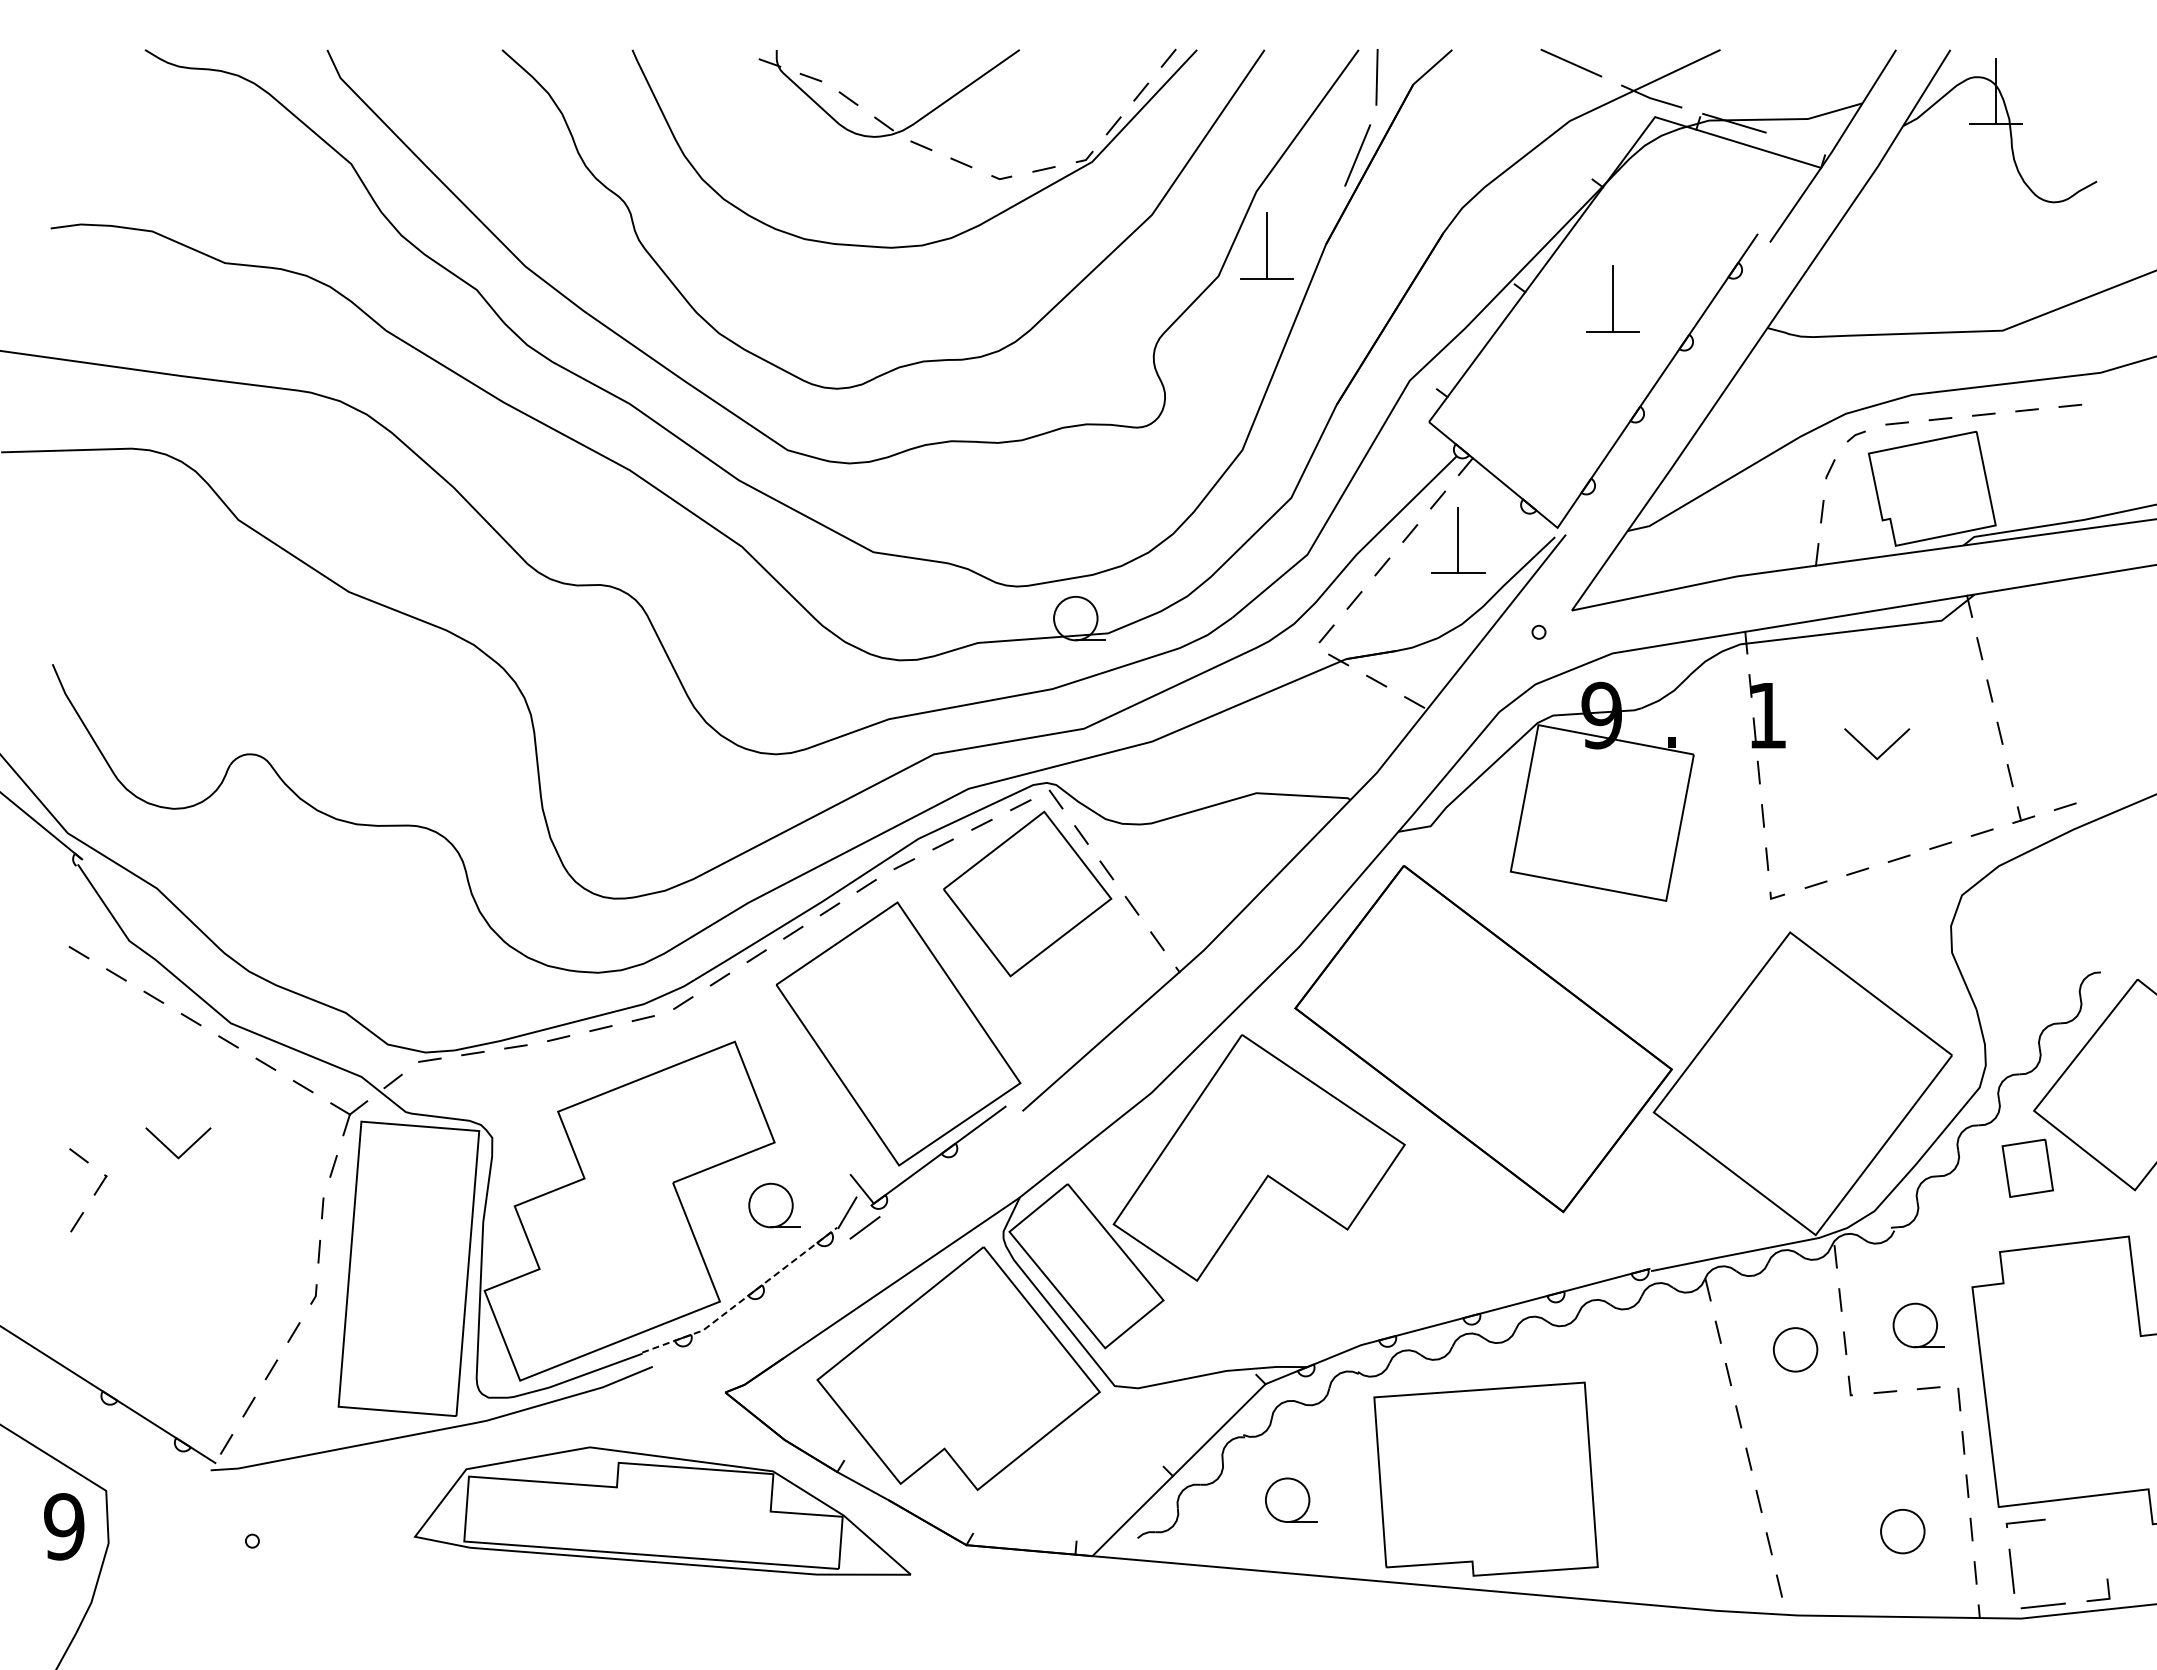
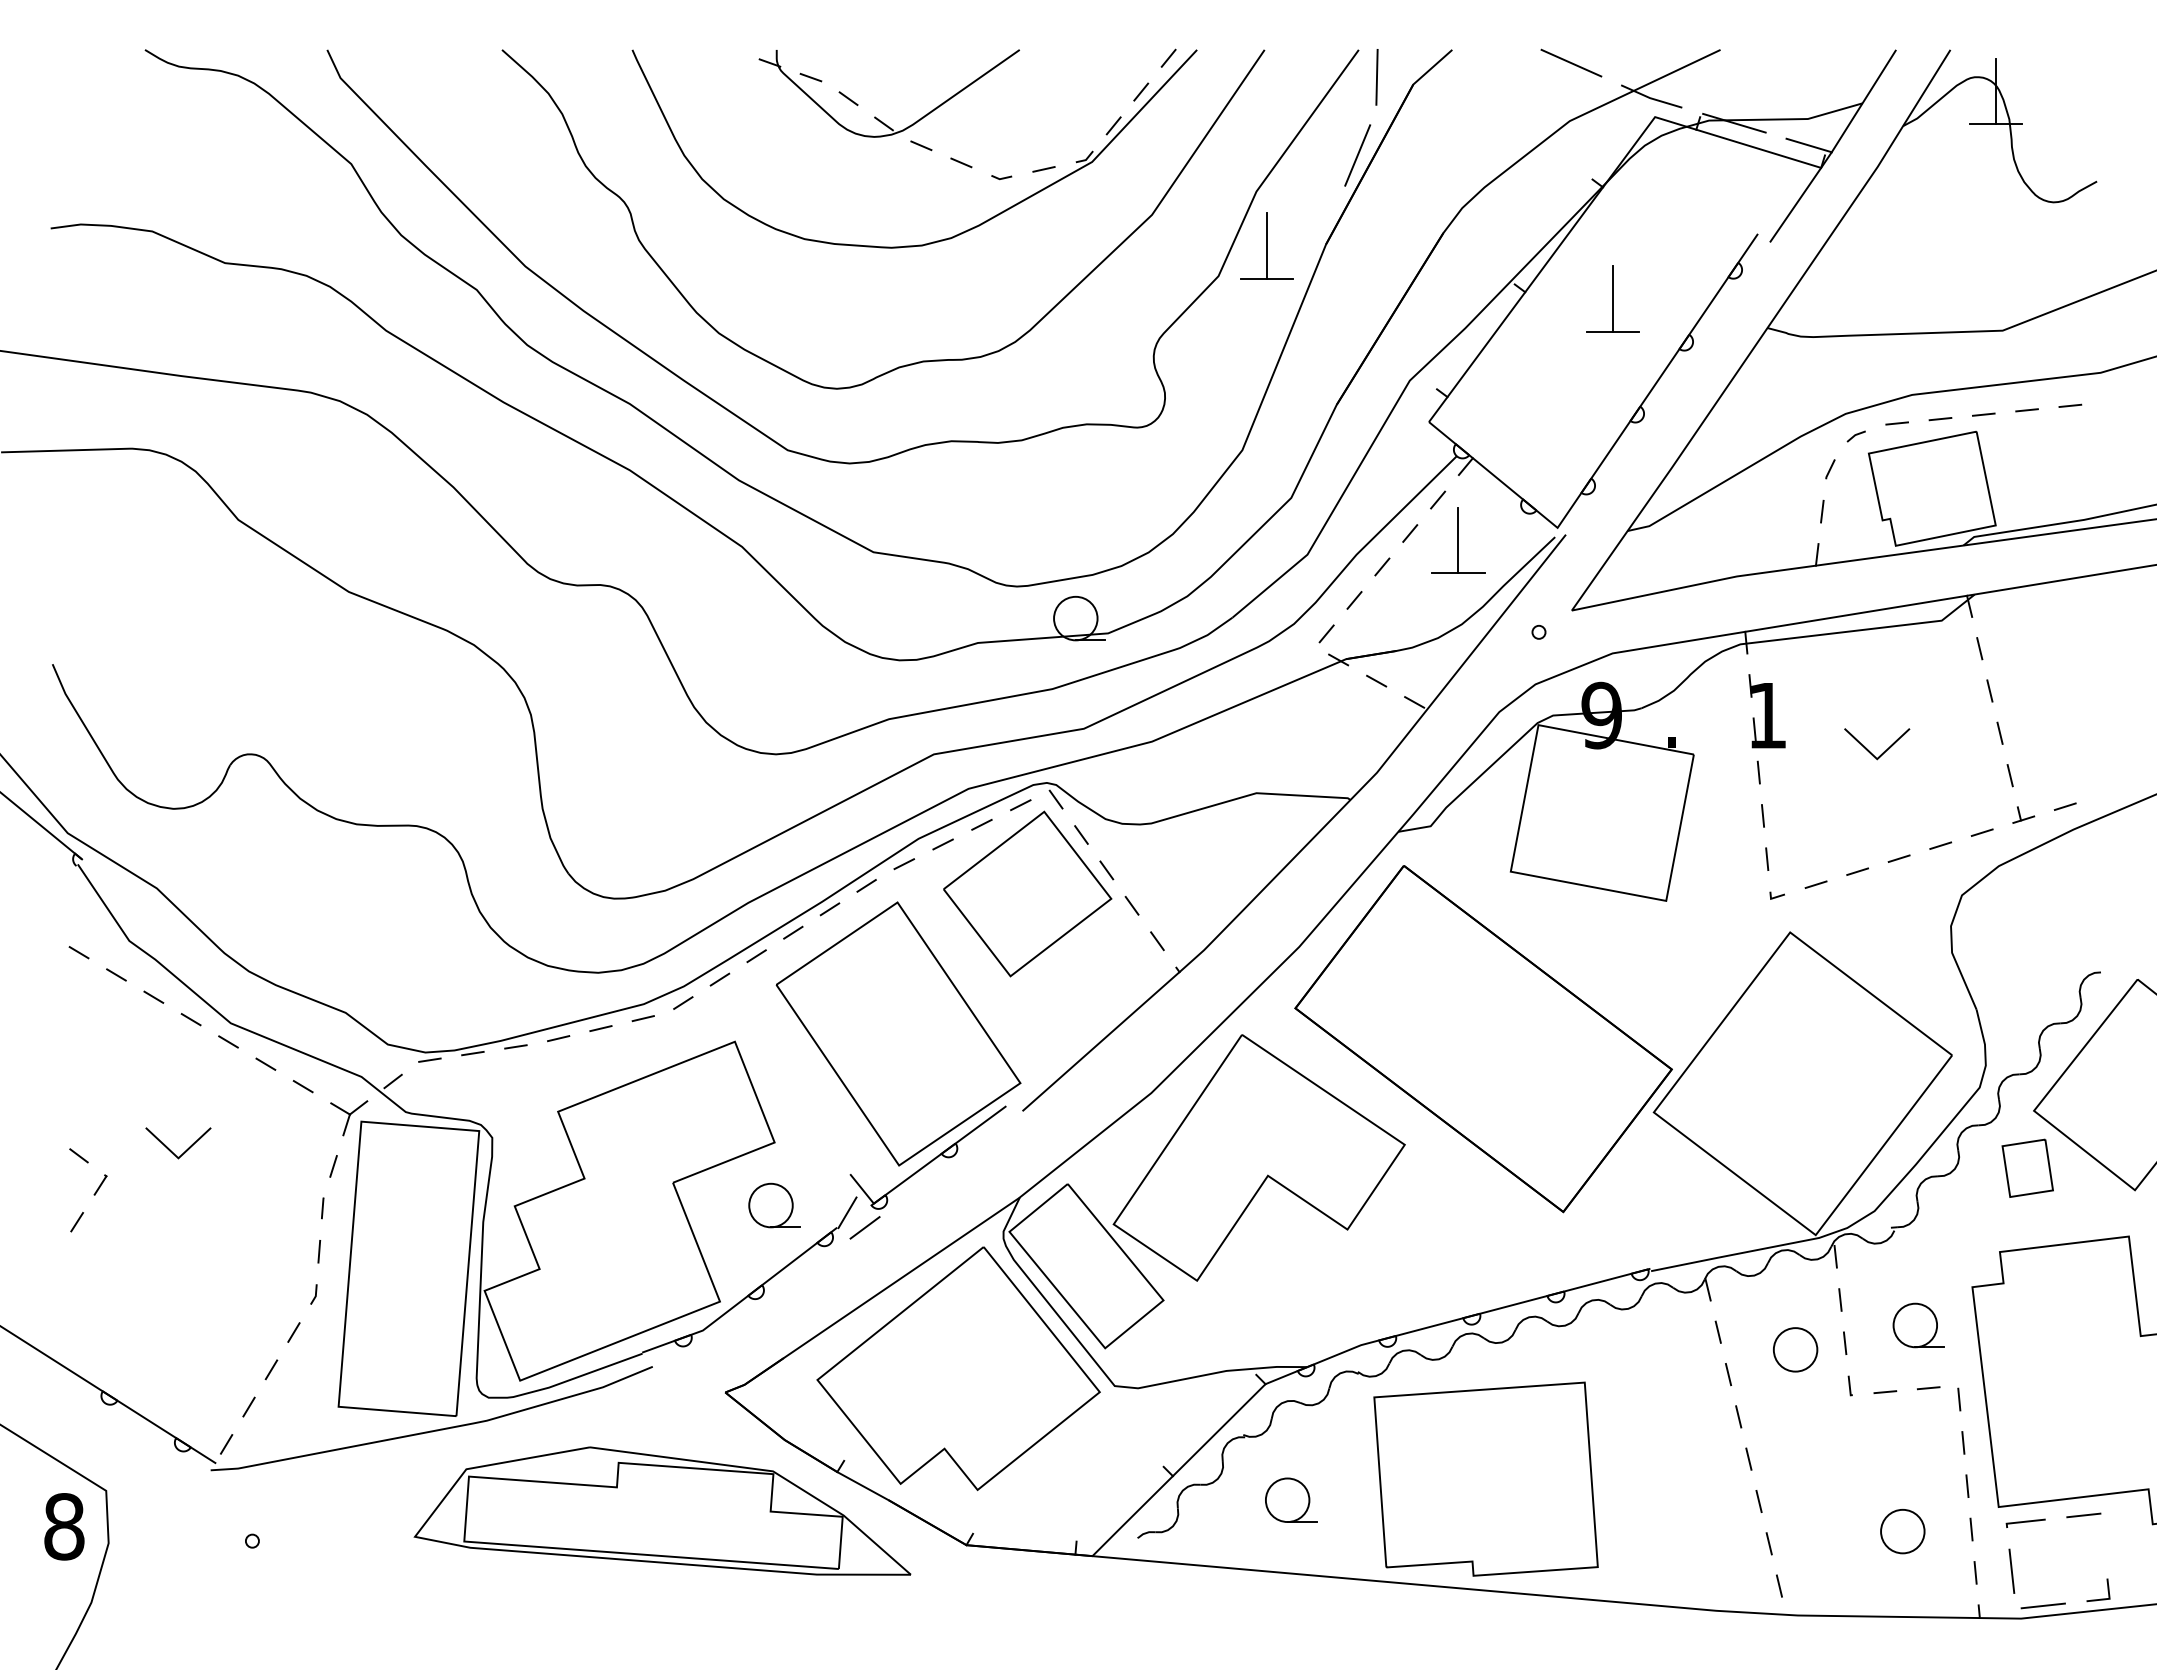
line at (1808, 145): none -> present
line at (743, 1299): dashed -> solid
line at (2083, 1515): none -> present
text at (64, 1526): 9 -> 8
